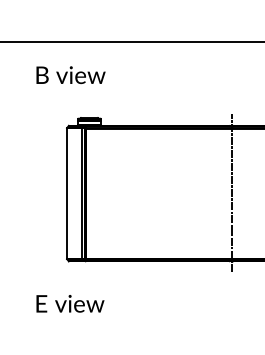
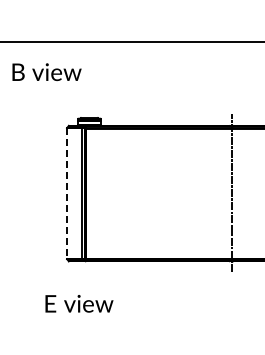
text at (70, 74) position: (70, 74) -> (46, 71)
line at (67, 194): solid -> dashed
text at (70, 303) position: (70, 303) -> (79, 303)
